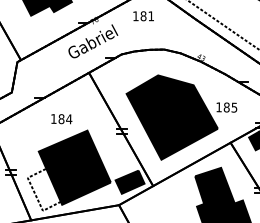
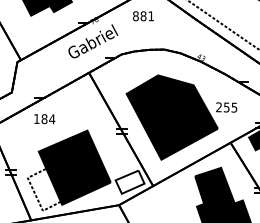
text at (135, 16): 181 -> 881
text at (222, 107): 185 -> 255
text at (61, 119) position: (61, 119) -> (44, 119)
fill at (129, 181): present -> none
